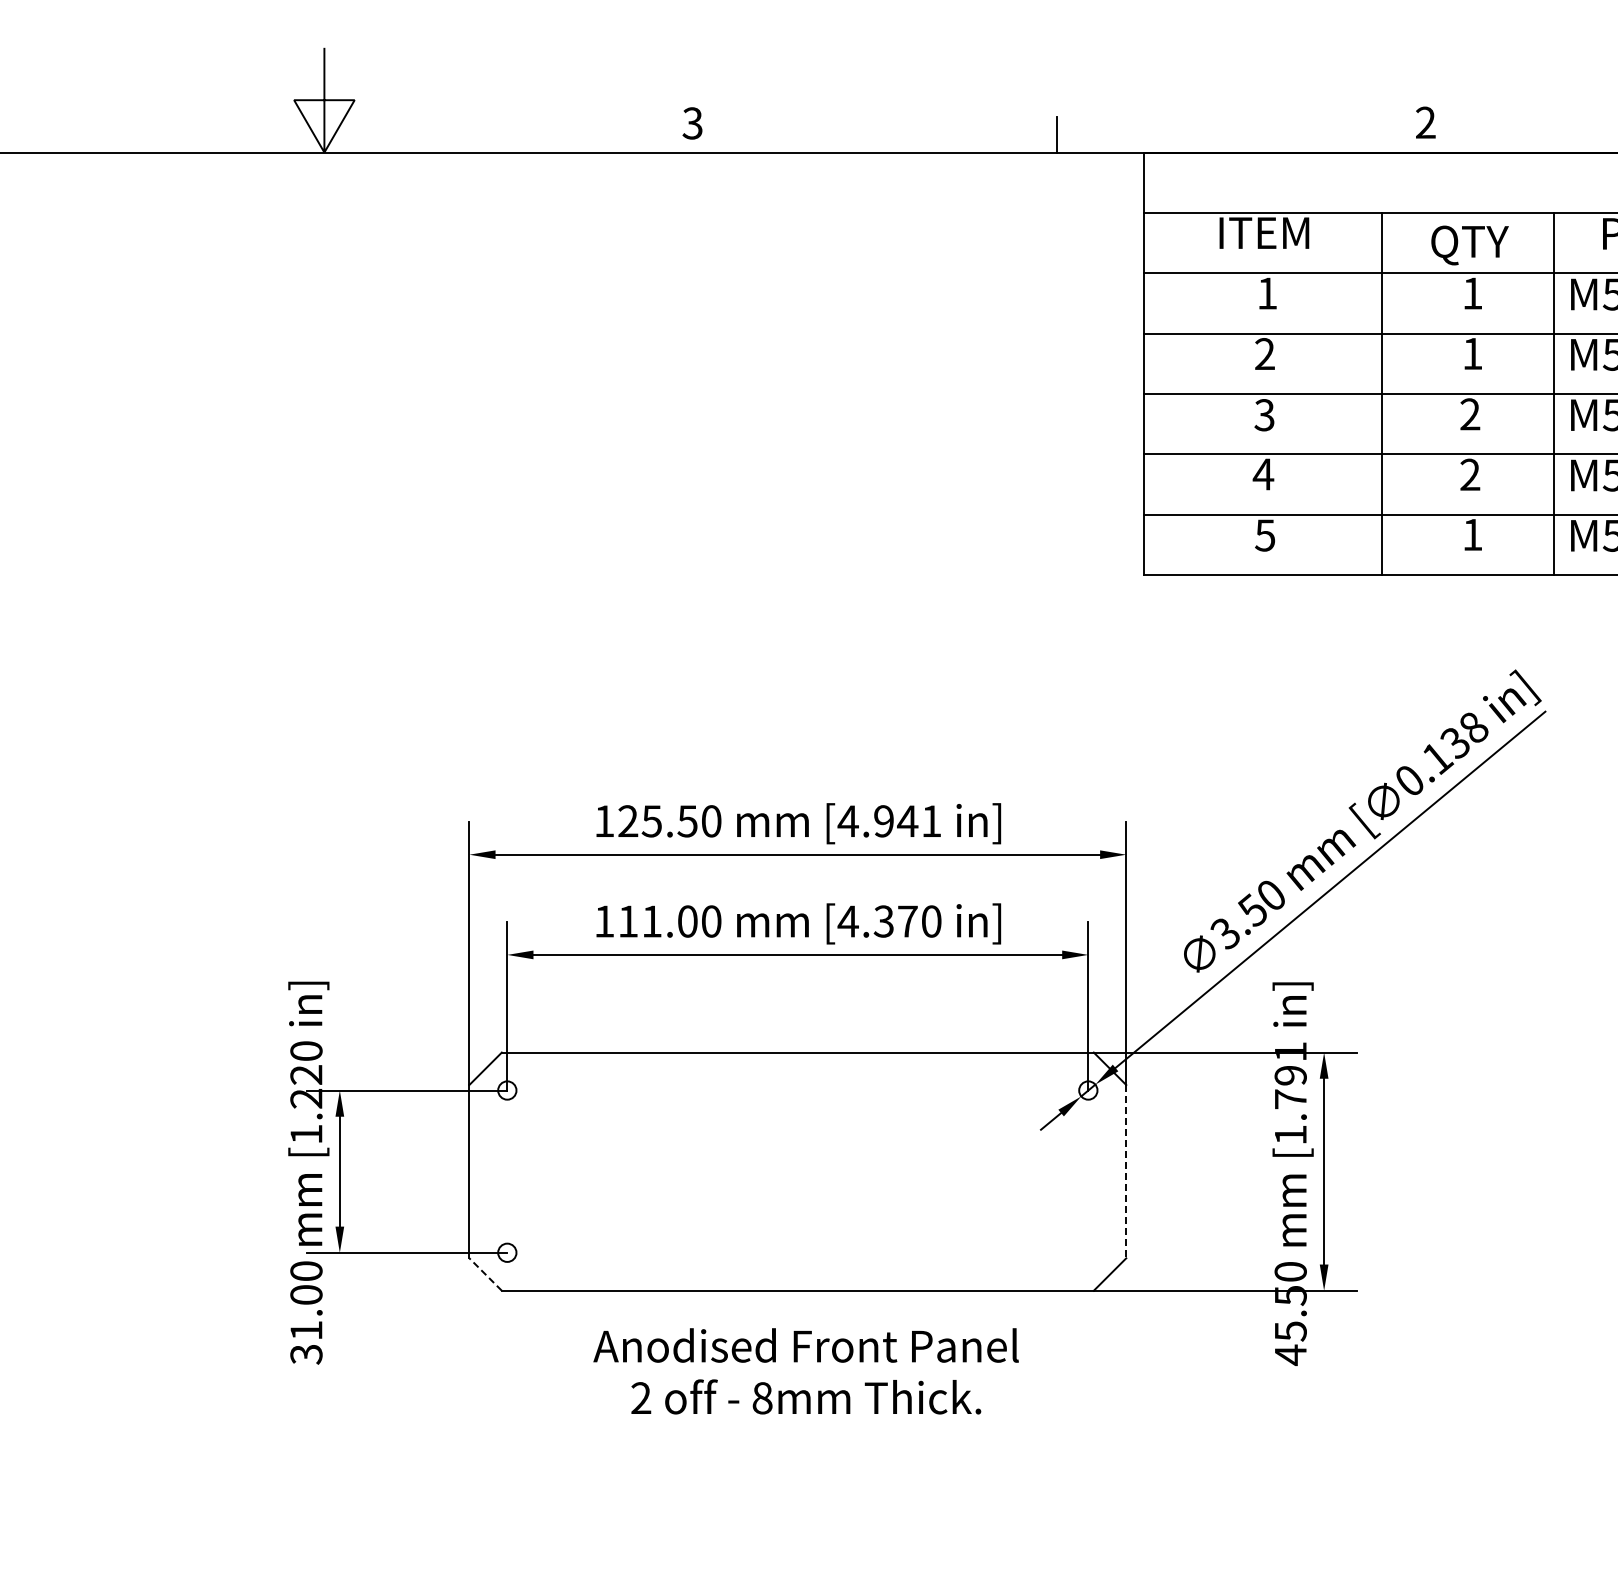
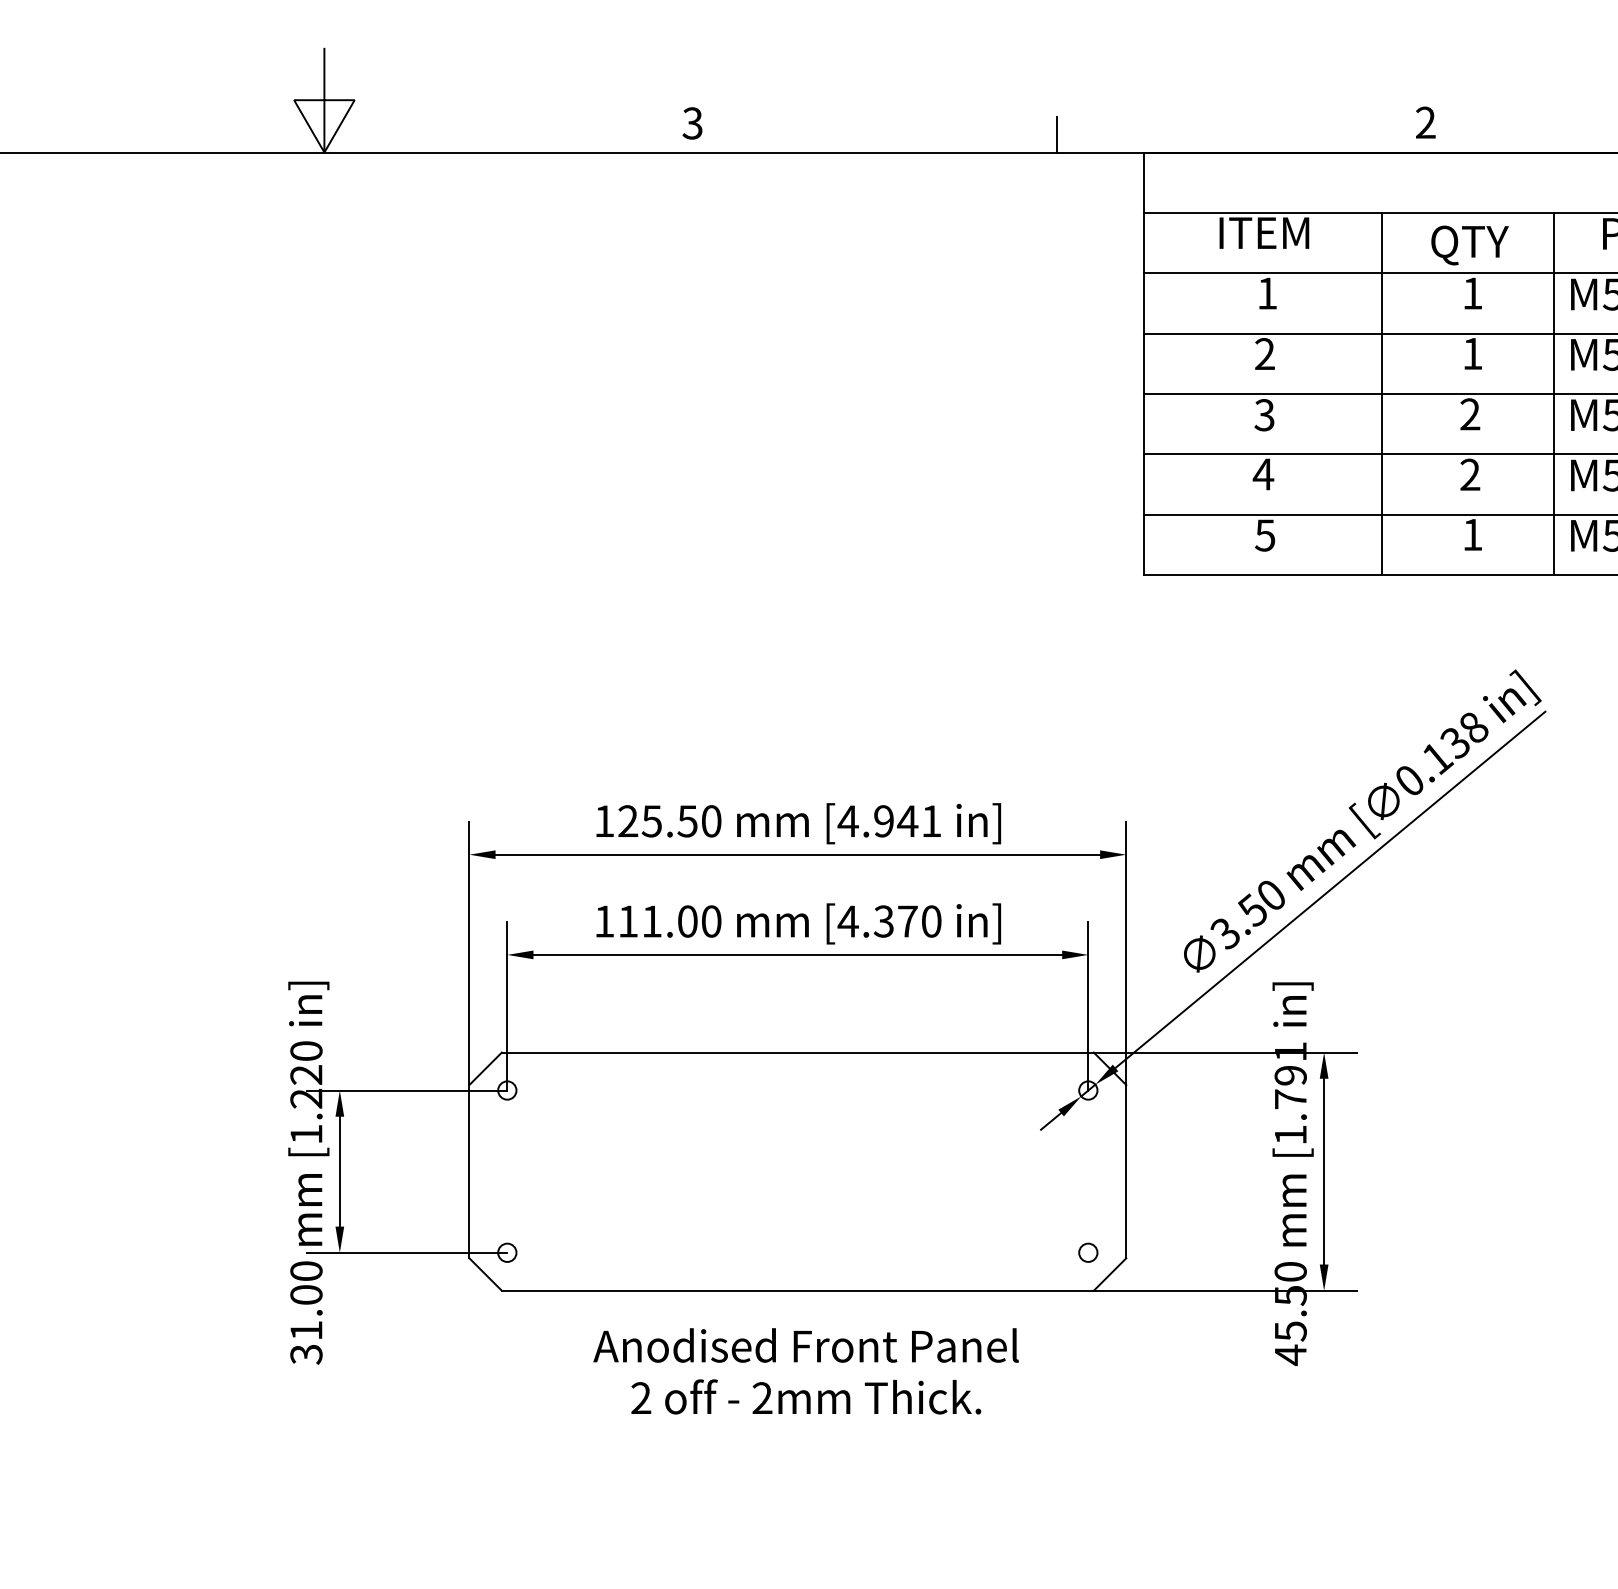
line at (1126, 1171): dashed -> solid
circle at (1088, 1252): none -> present
line at (485, 1274): dashed -> solid
text at (762, 1398): 8mm -> 2mm
